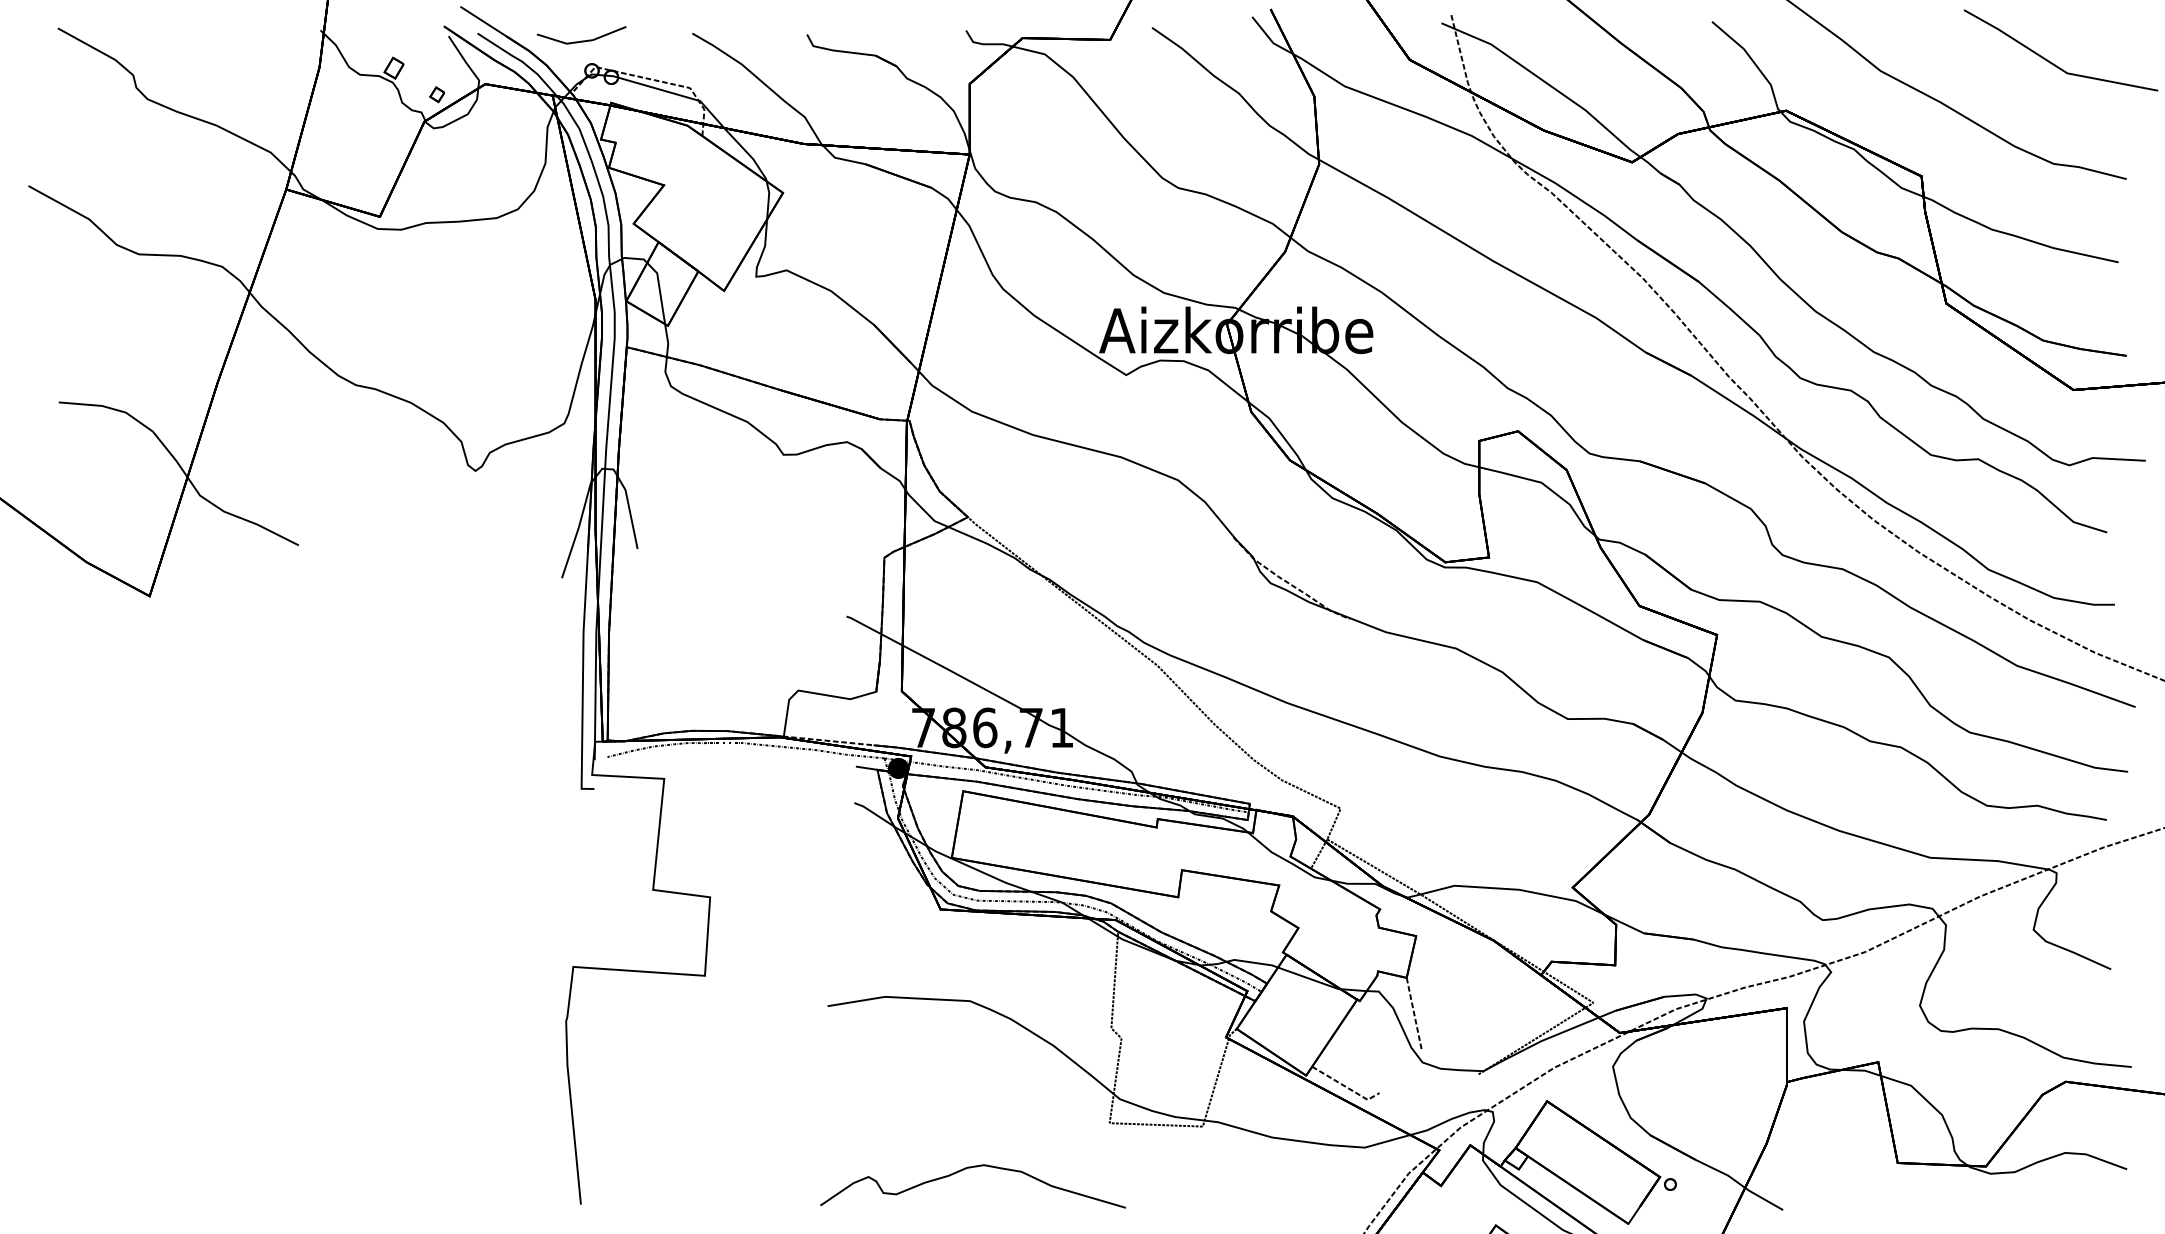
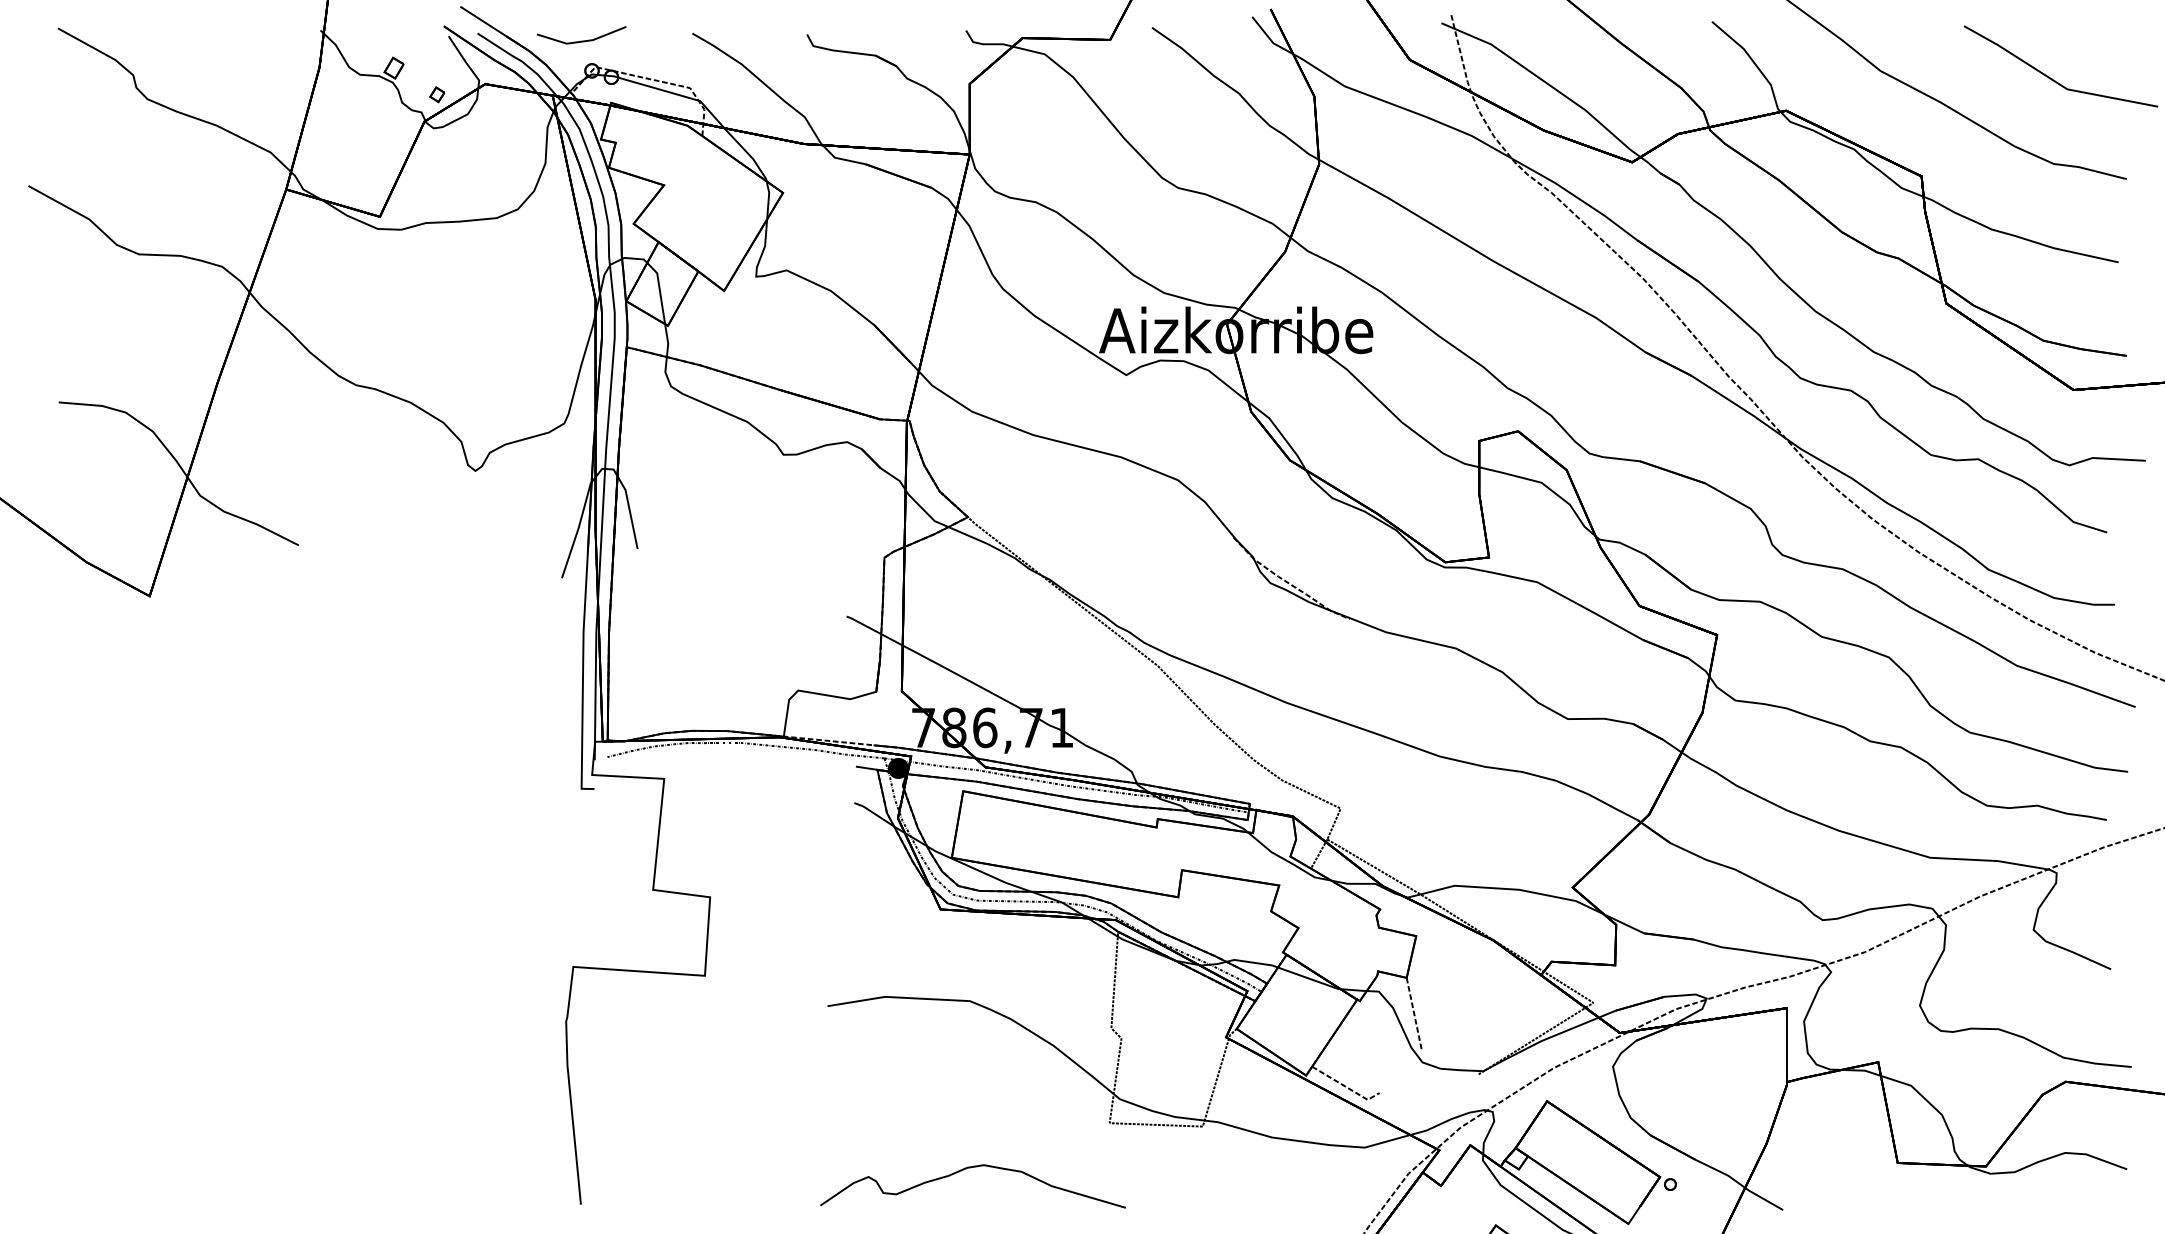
line at (2052, 62) position: (2052, 62) -> (2052, 78)
